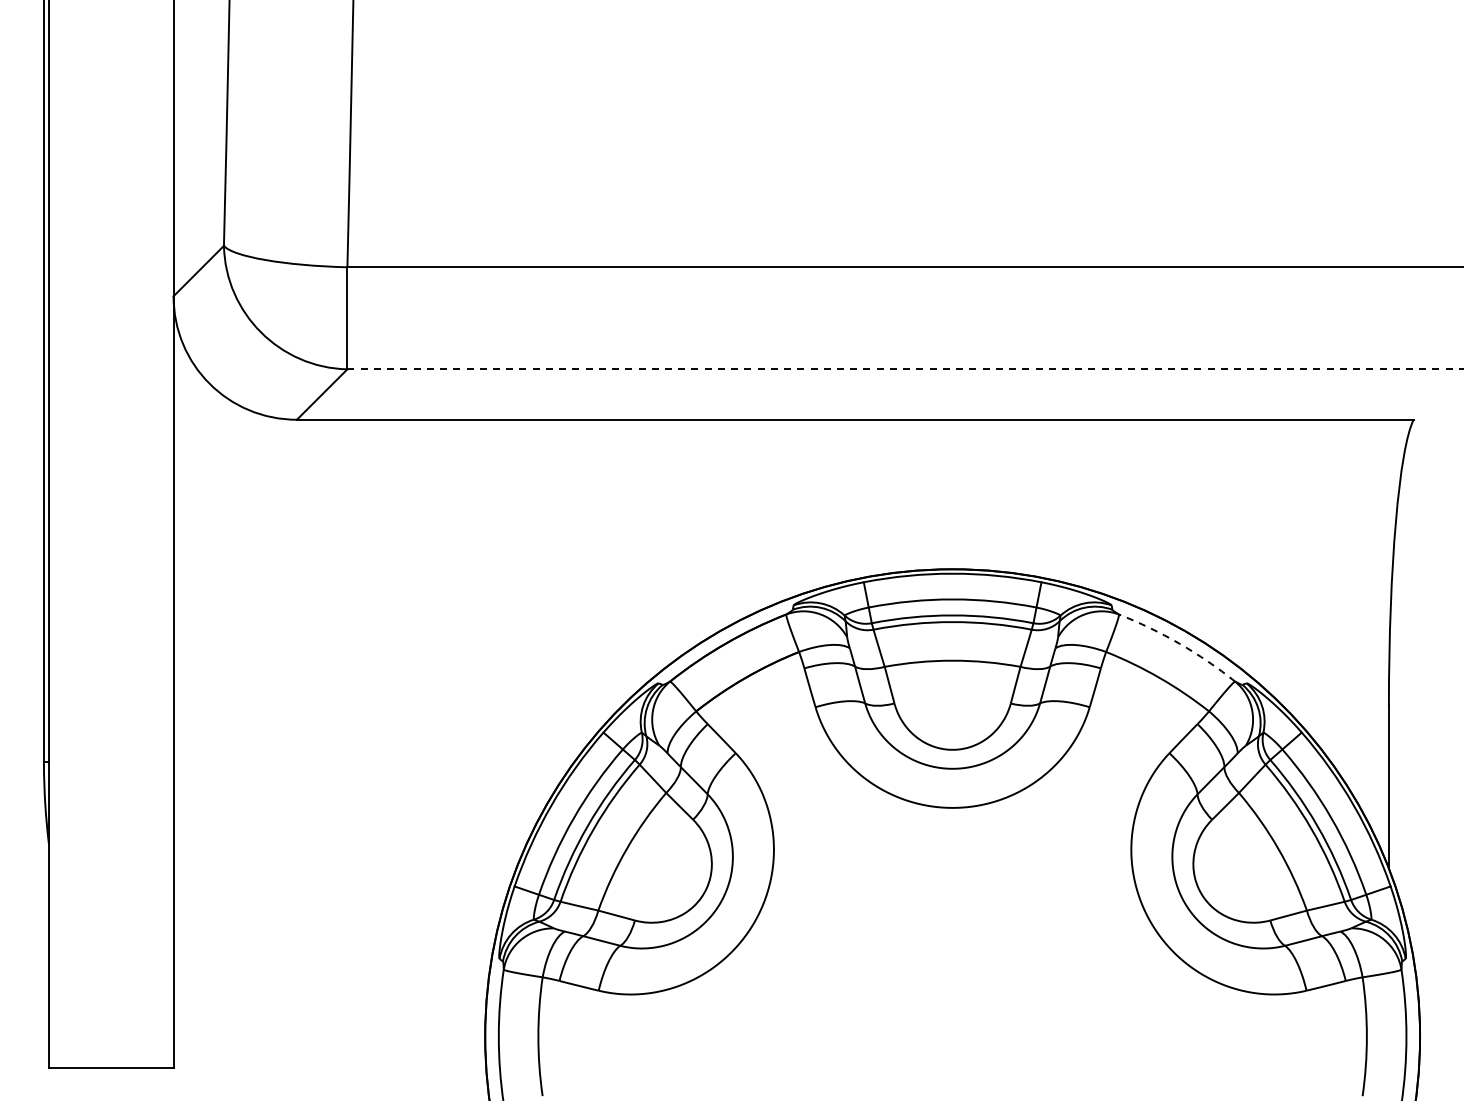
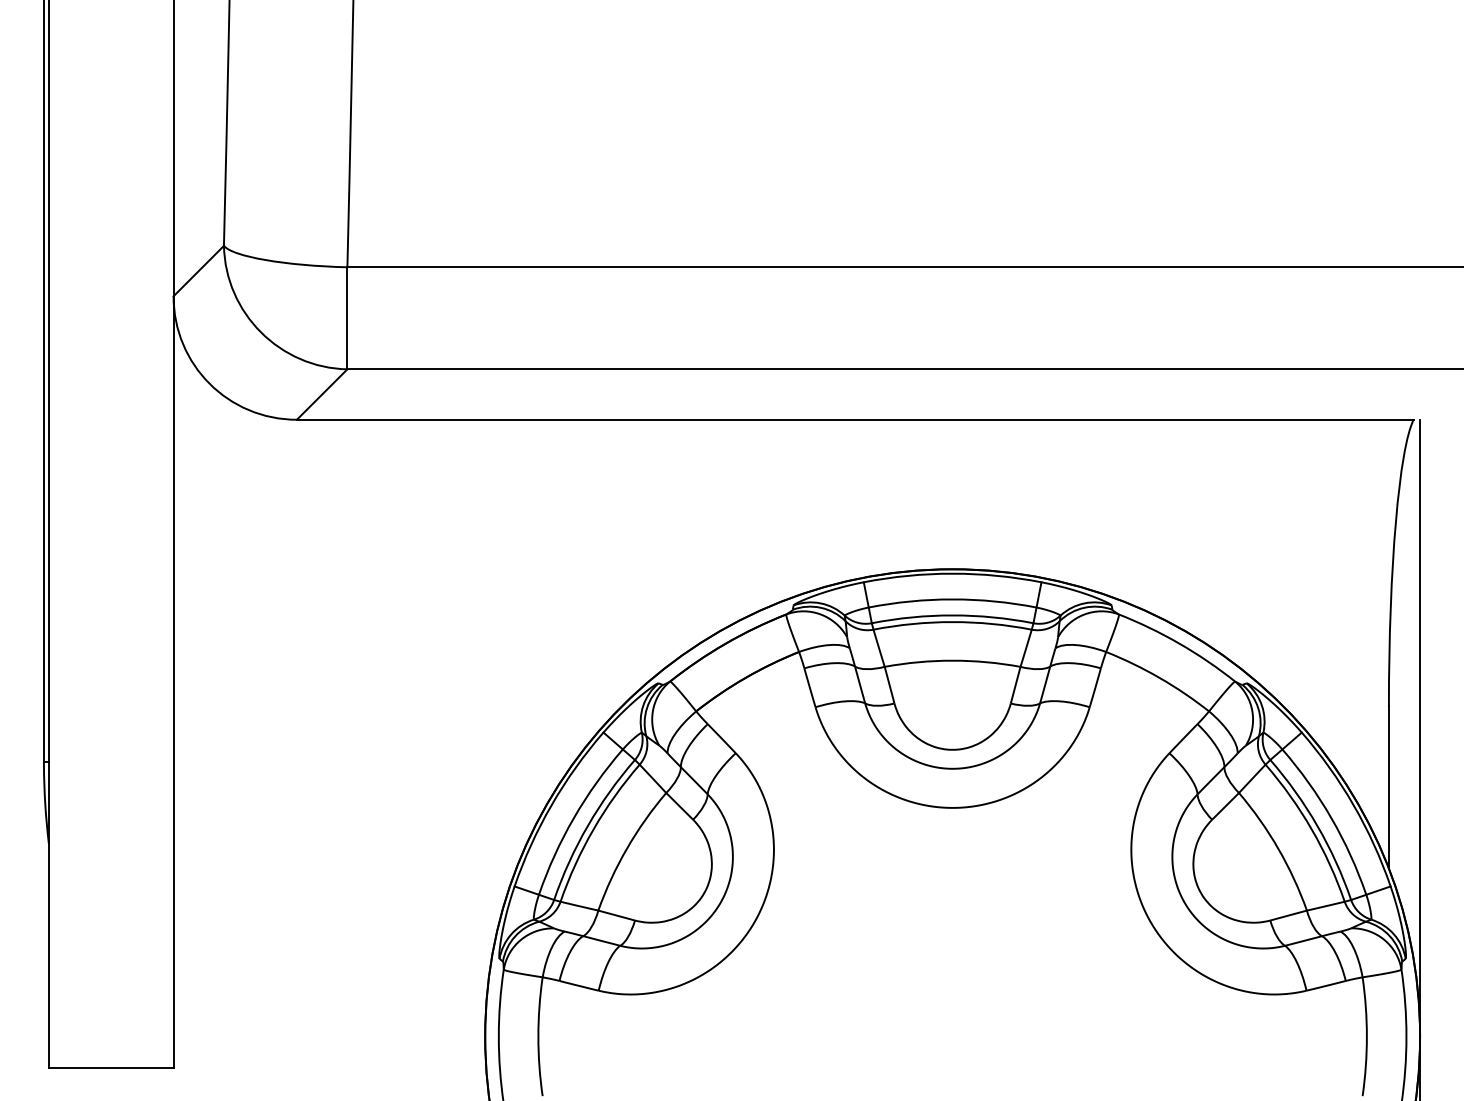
line at (905, 369): dashed -> solid
arc at (1179, 643): dashed -> solid
line at (1420, 758): none -> present
